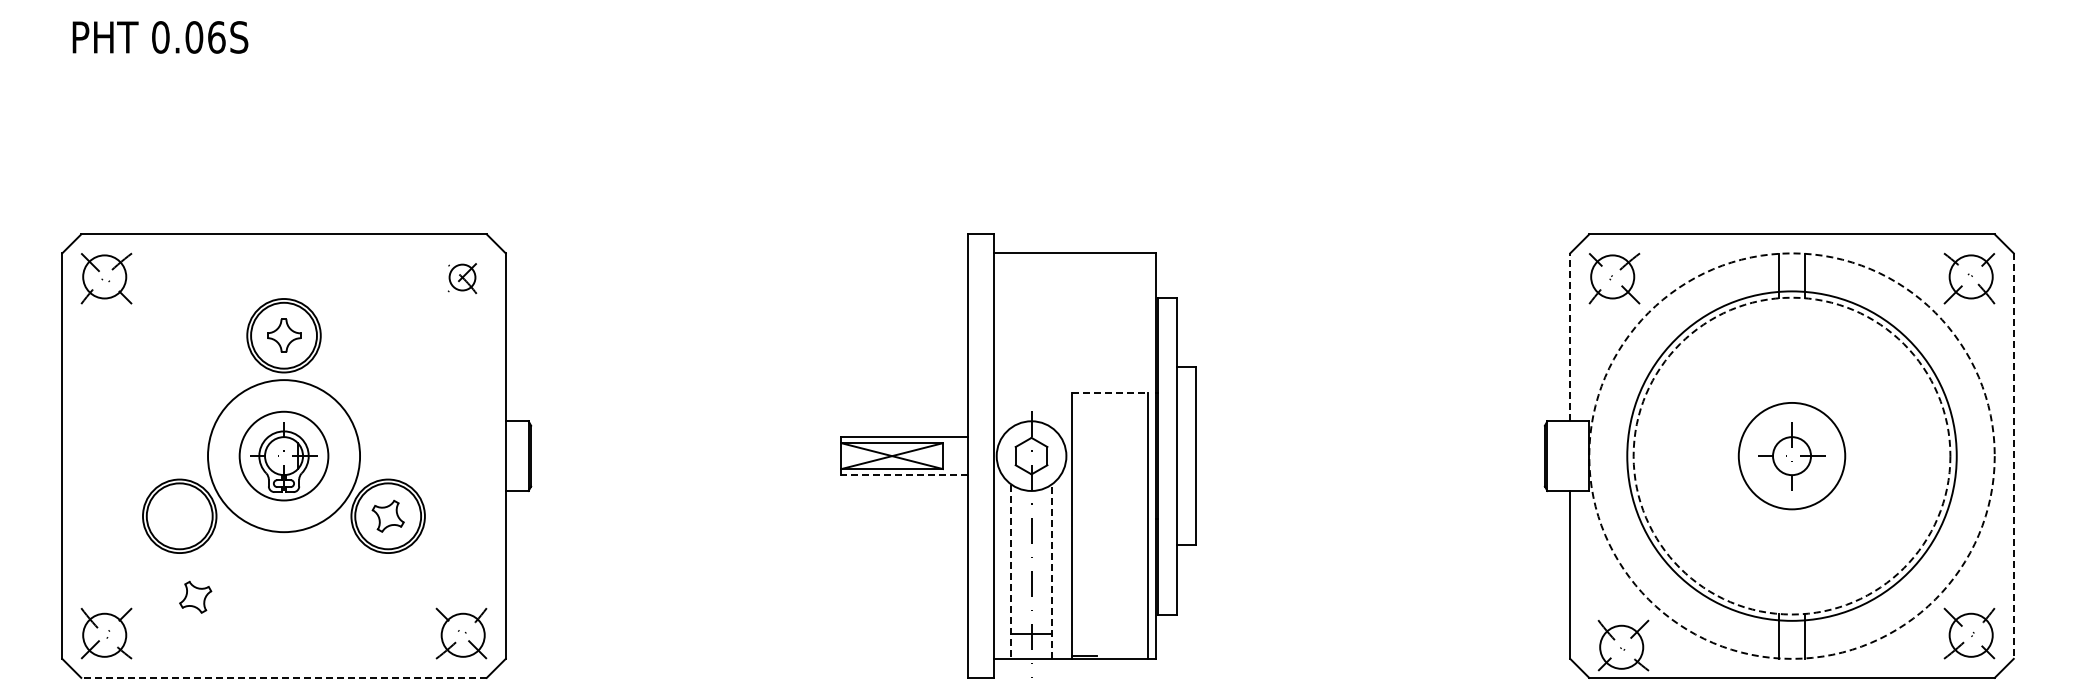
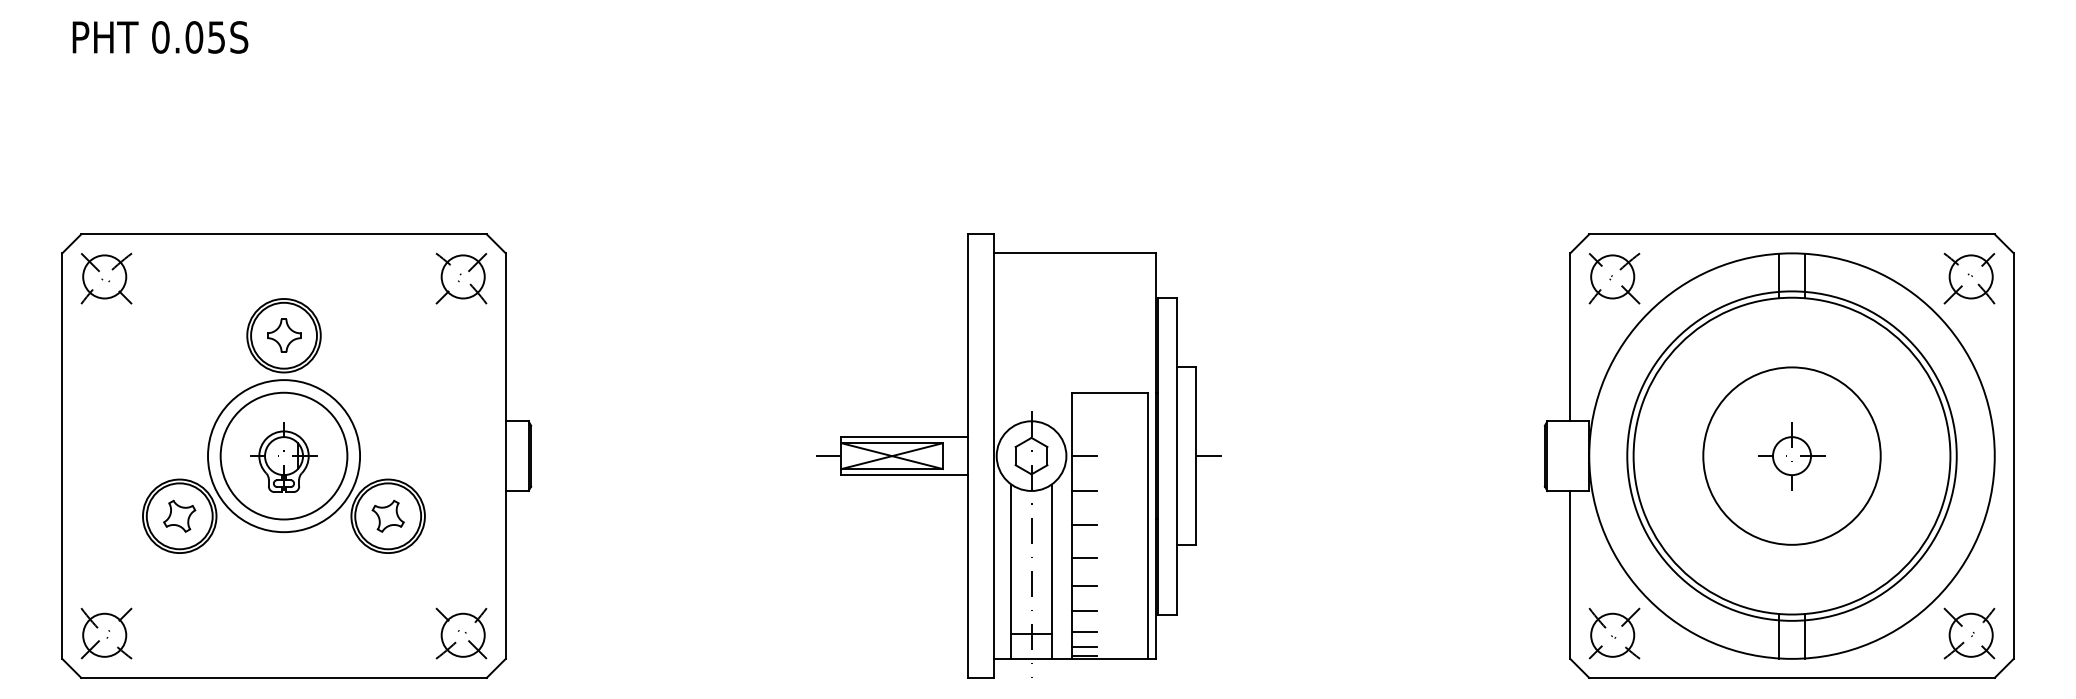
text at (216, 37): 0.06S -> 0.05S
part at (462, 278) size: 31x31 px -> 53x53 px
line at (1570, 337): dashed -> solid
line at (1110, 392): dashed -> solid
circle at (283, 455) diameter: 89 px -> 127 px
circle at (1791, 455) diameter: 106 px -> 177 px
circle at (1791, 455): dashed -> solid
circle at (1791, 455): dashed -> solid
line at (828, 456): none -> present
line at (1084, 456): none -> present
line at (1208, 456): none -> present
line at (2013, 456): dashed -> solid
line at (904, 475): dashed -> solid
line at (1084, 491): none -> present
line at (1084, 525): none -> present
line at (1084, 557): none -> present
line at (1051, 571): dashed -> solid
line at (1011, 572): dashed -> solid
line at (1084, 586): none -> present
part at (195, 596) position: (195, 596) -> (179, 515)
line at (1084, 611): none -> present
line at (1084, 631): none -> present
part at (1623, 645) position: (1623, 645) -> (1614, 633)
line at (1084, 646): none -> present
line at (284, 677): dashed -> solid
